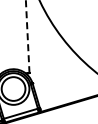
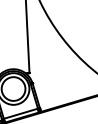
line at (27, 36): dashed -> solid
